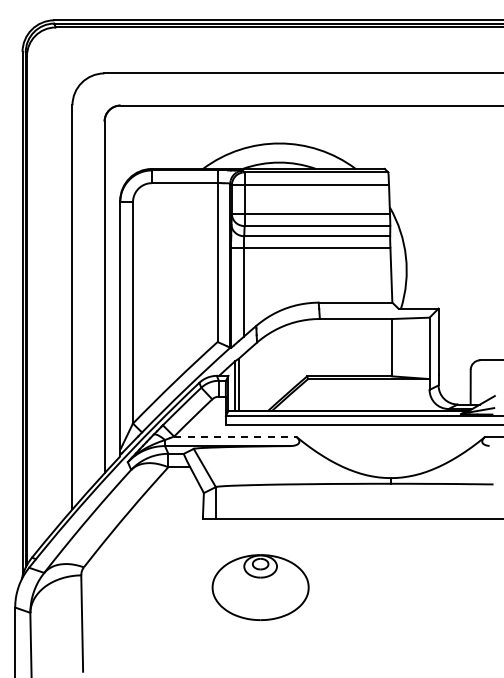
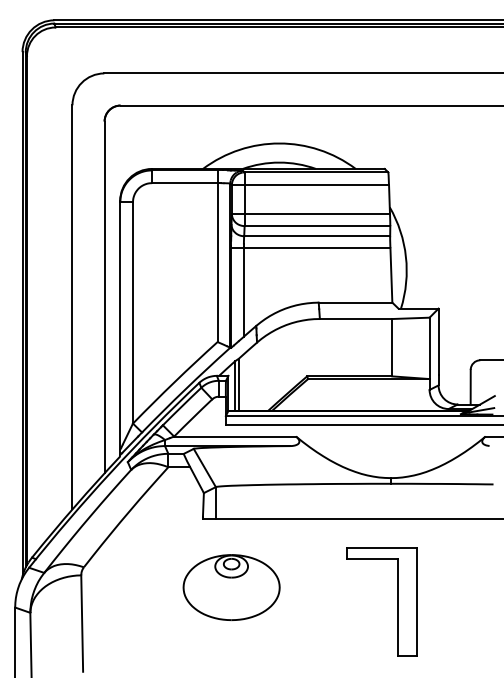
line at (235, 436): dashed -> solid
part at (260, 587) position: (260, 587) -> (231, 587)
part at (397, 601): none -> present
